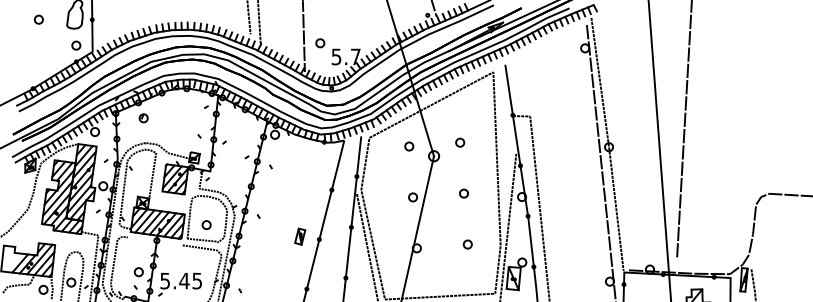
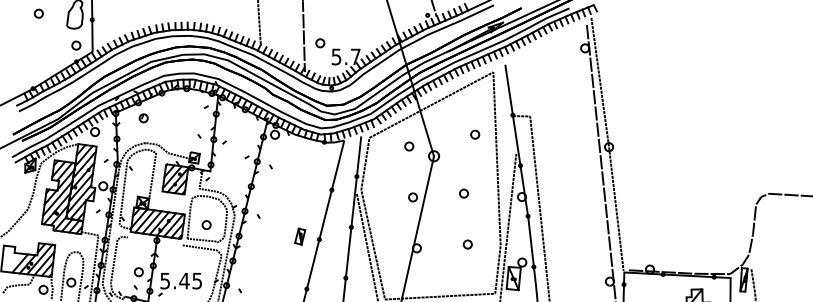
line at (248, 18): present -> none
part at (38, 19) position: (38, 19) -> (38, 13)
line at (684, 129): present -> none
part at (460, 142) position: (460, 142) -> (475, 134)
line at (659, 150): present -> none
